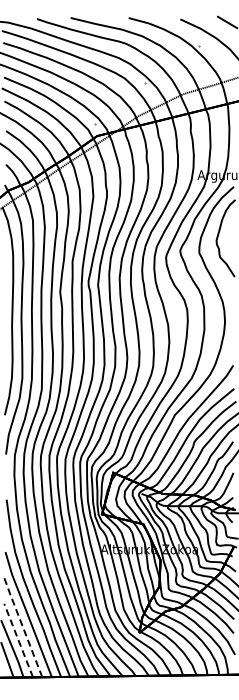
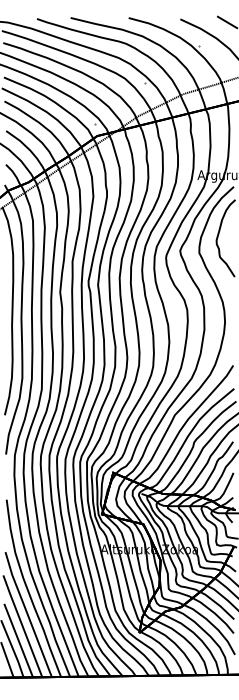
line at (22, 625): dashed -> solid
line at (18, 640): dashed -> solid
